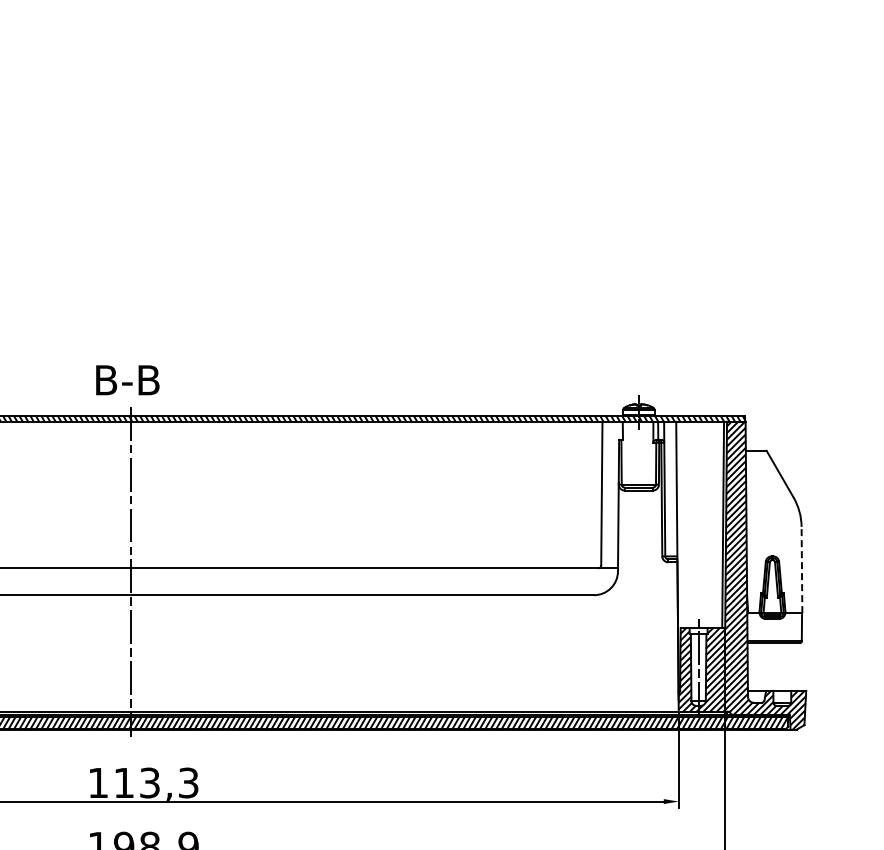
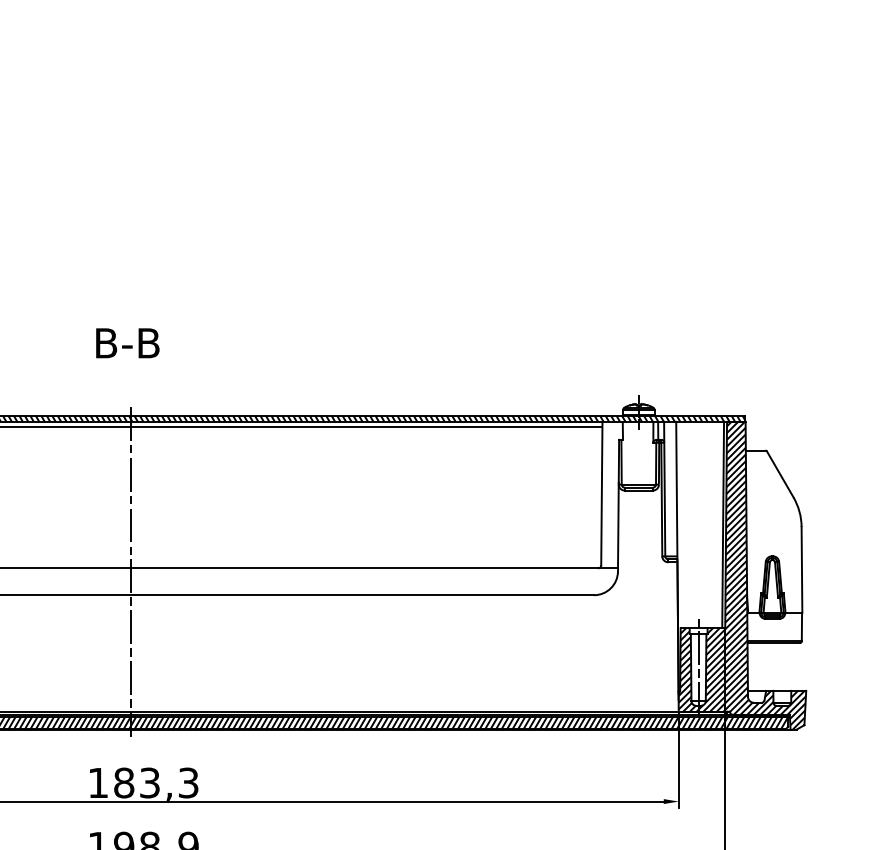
text at (127, 380) position: (127, 380) -> (127, 343)
line at (302, 426): none -> present
line at (801, 569): dashed -> solid
text at (124, 782): 113,3 -> 183,3
